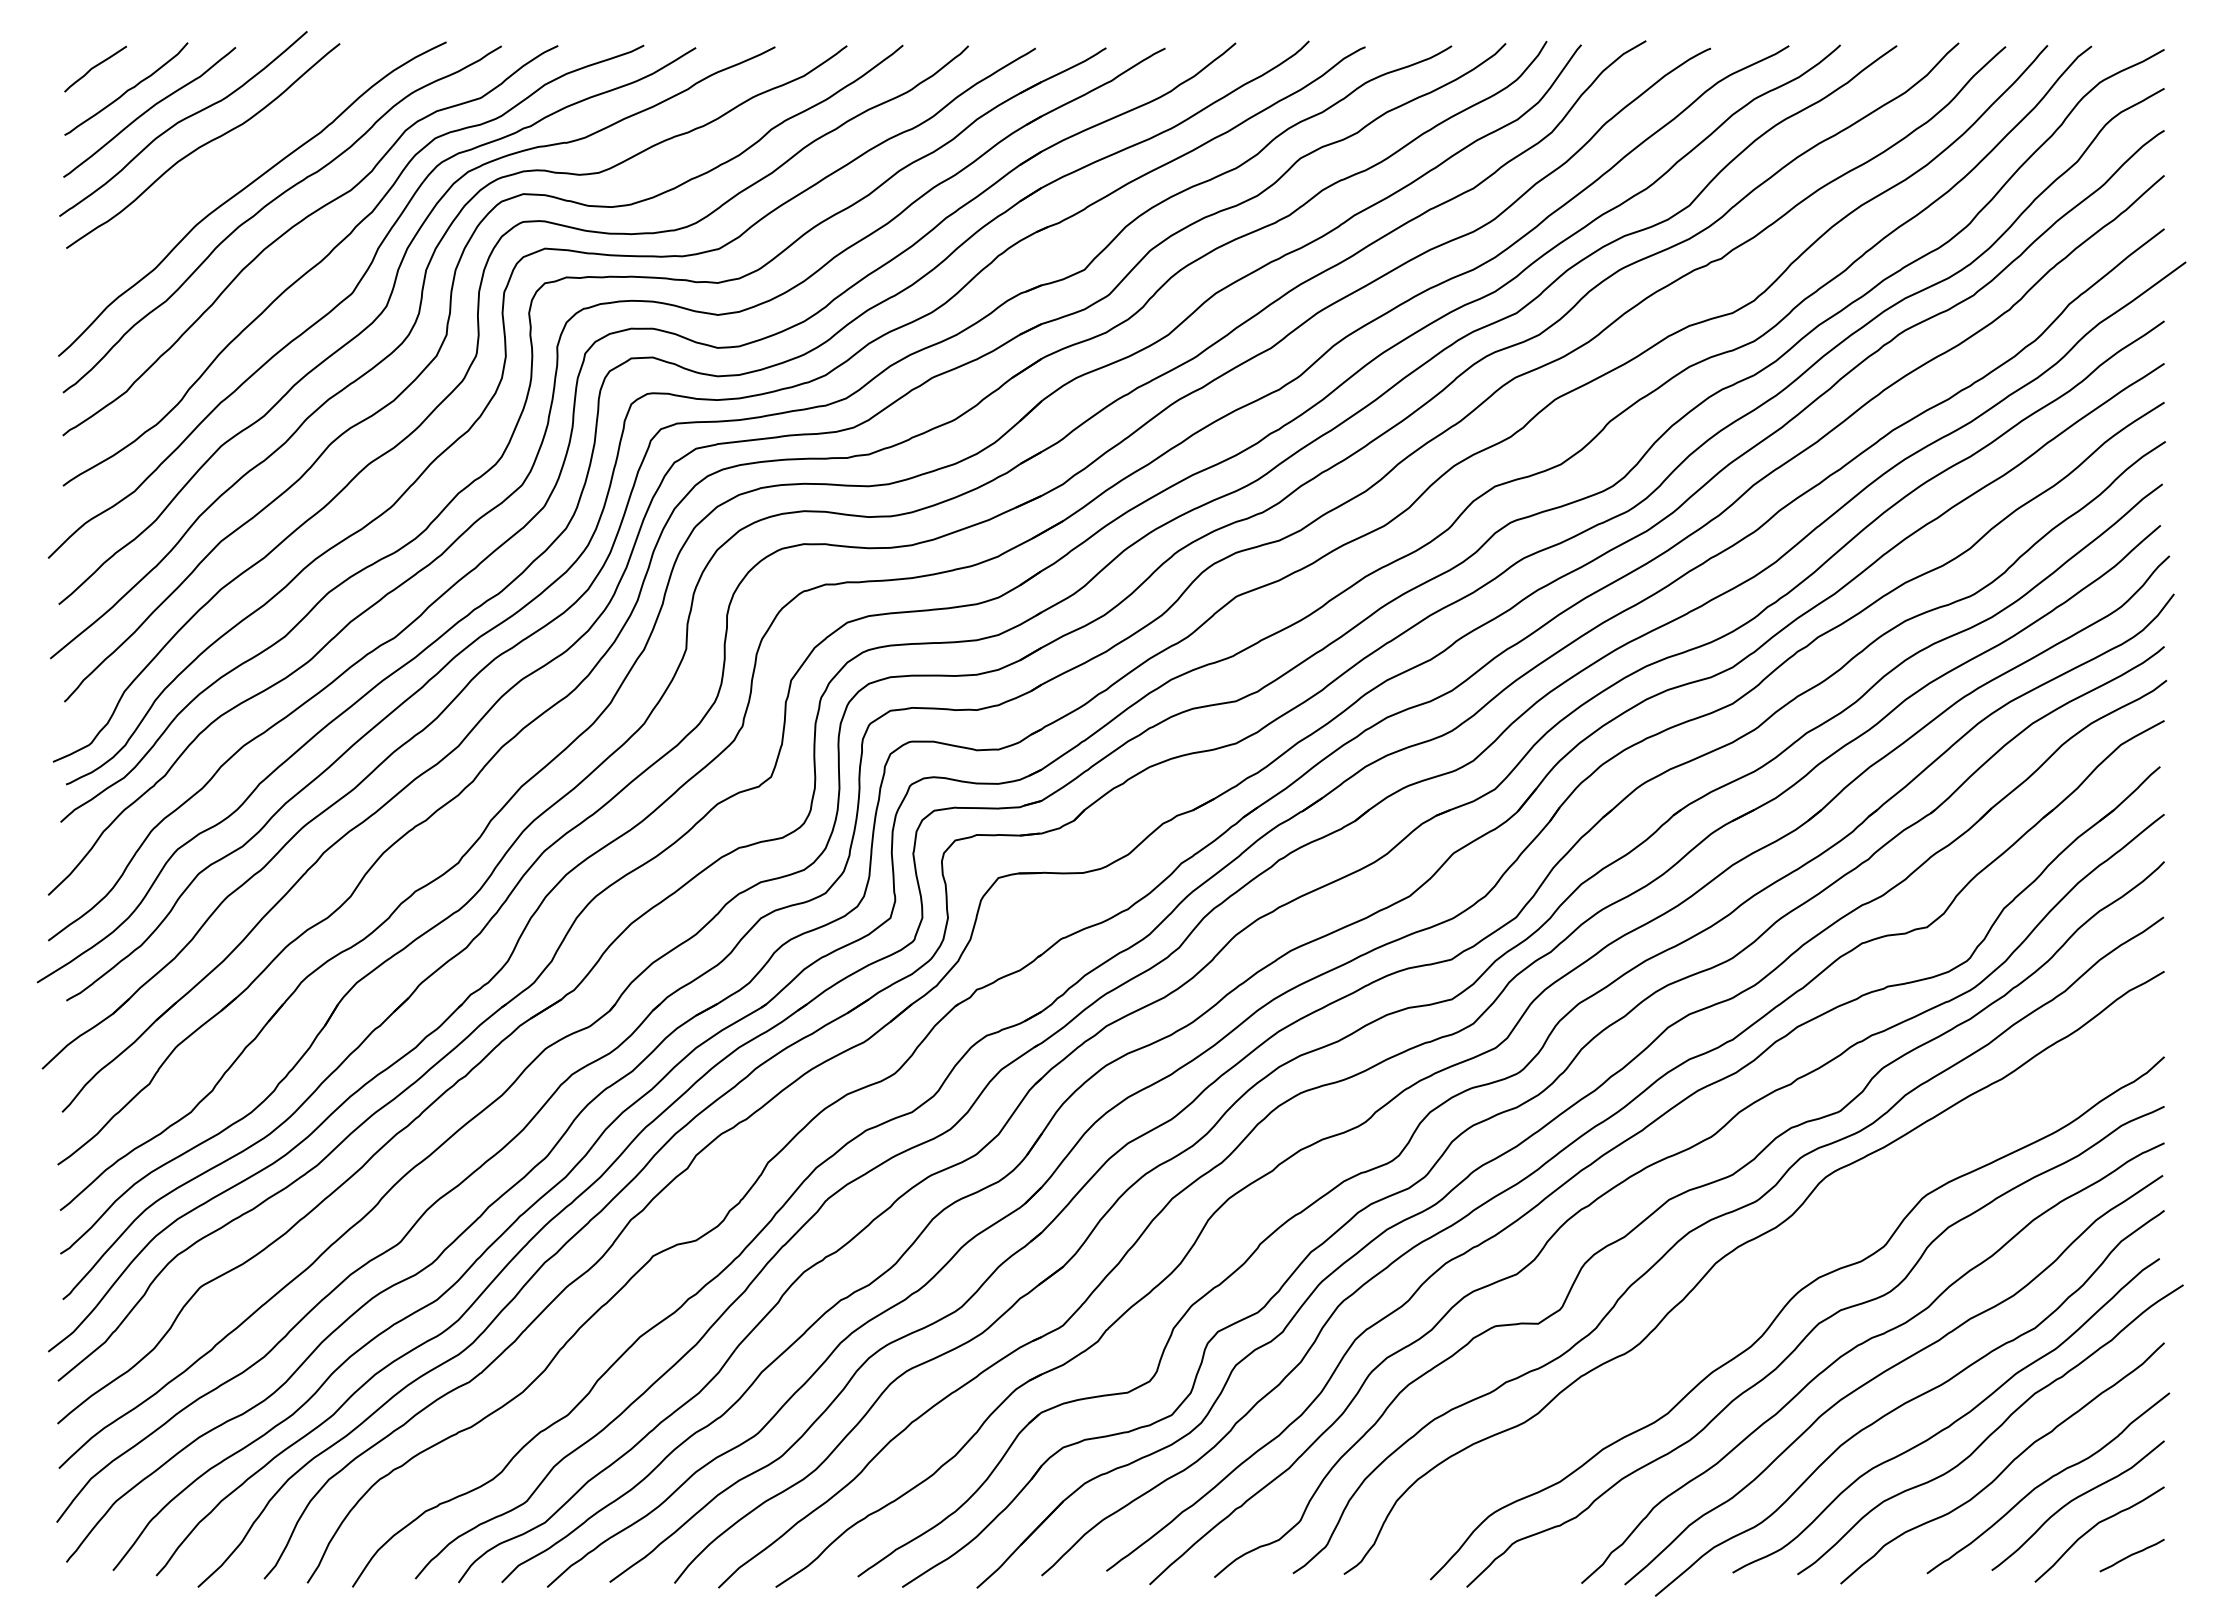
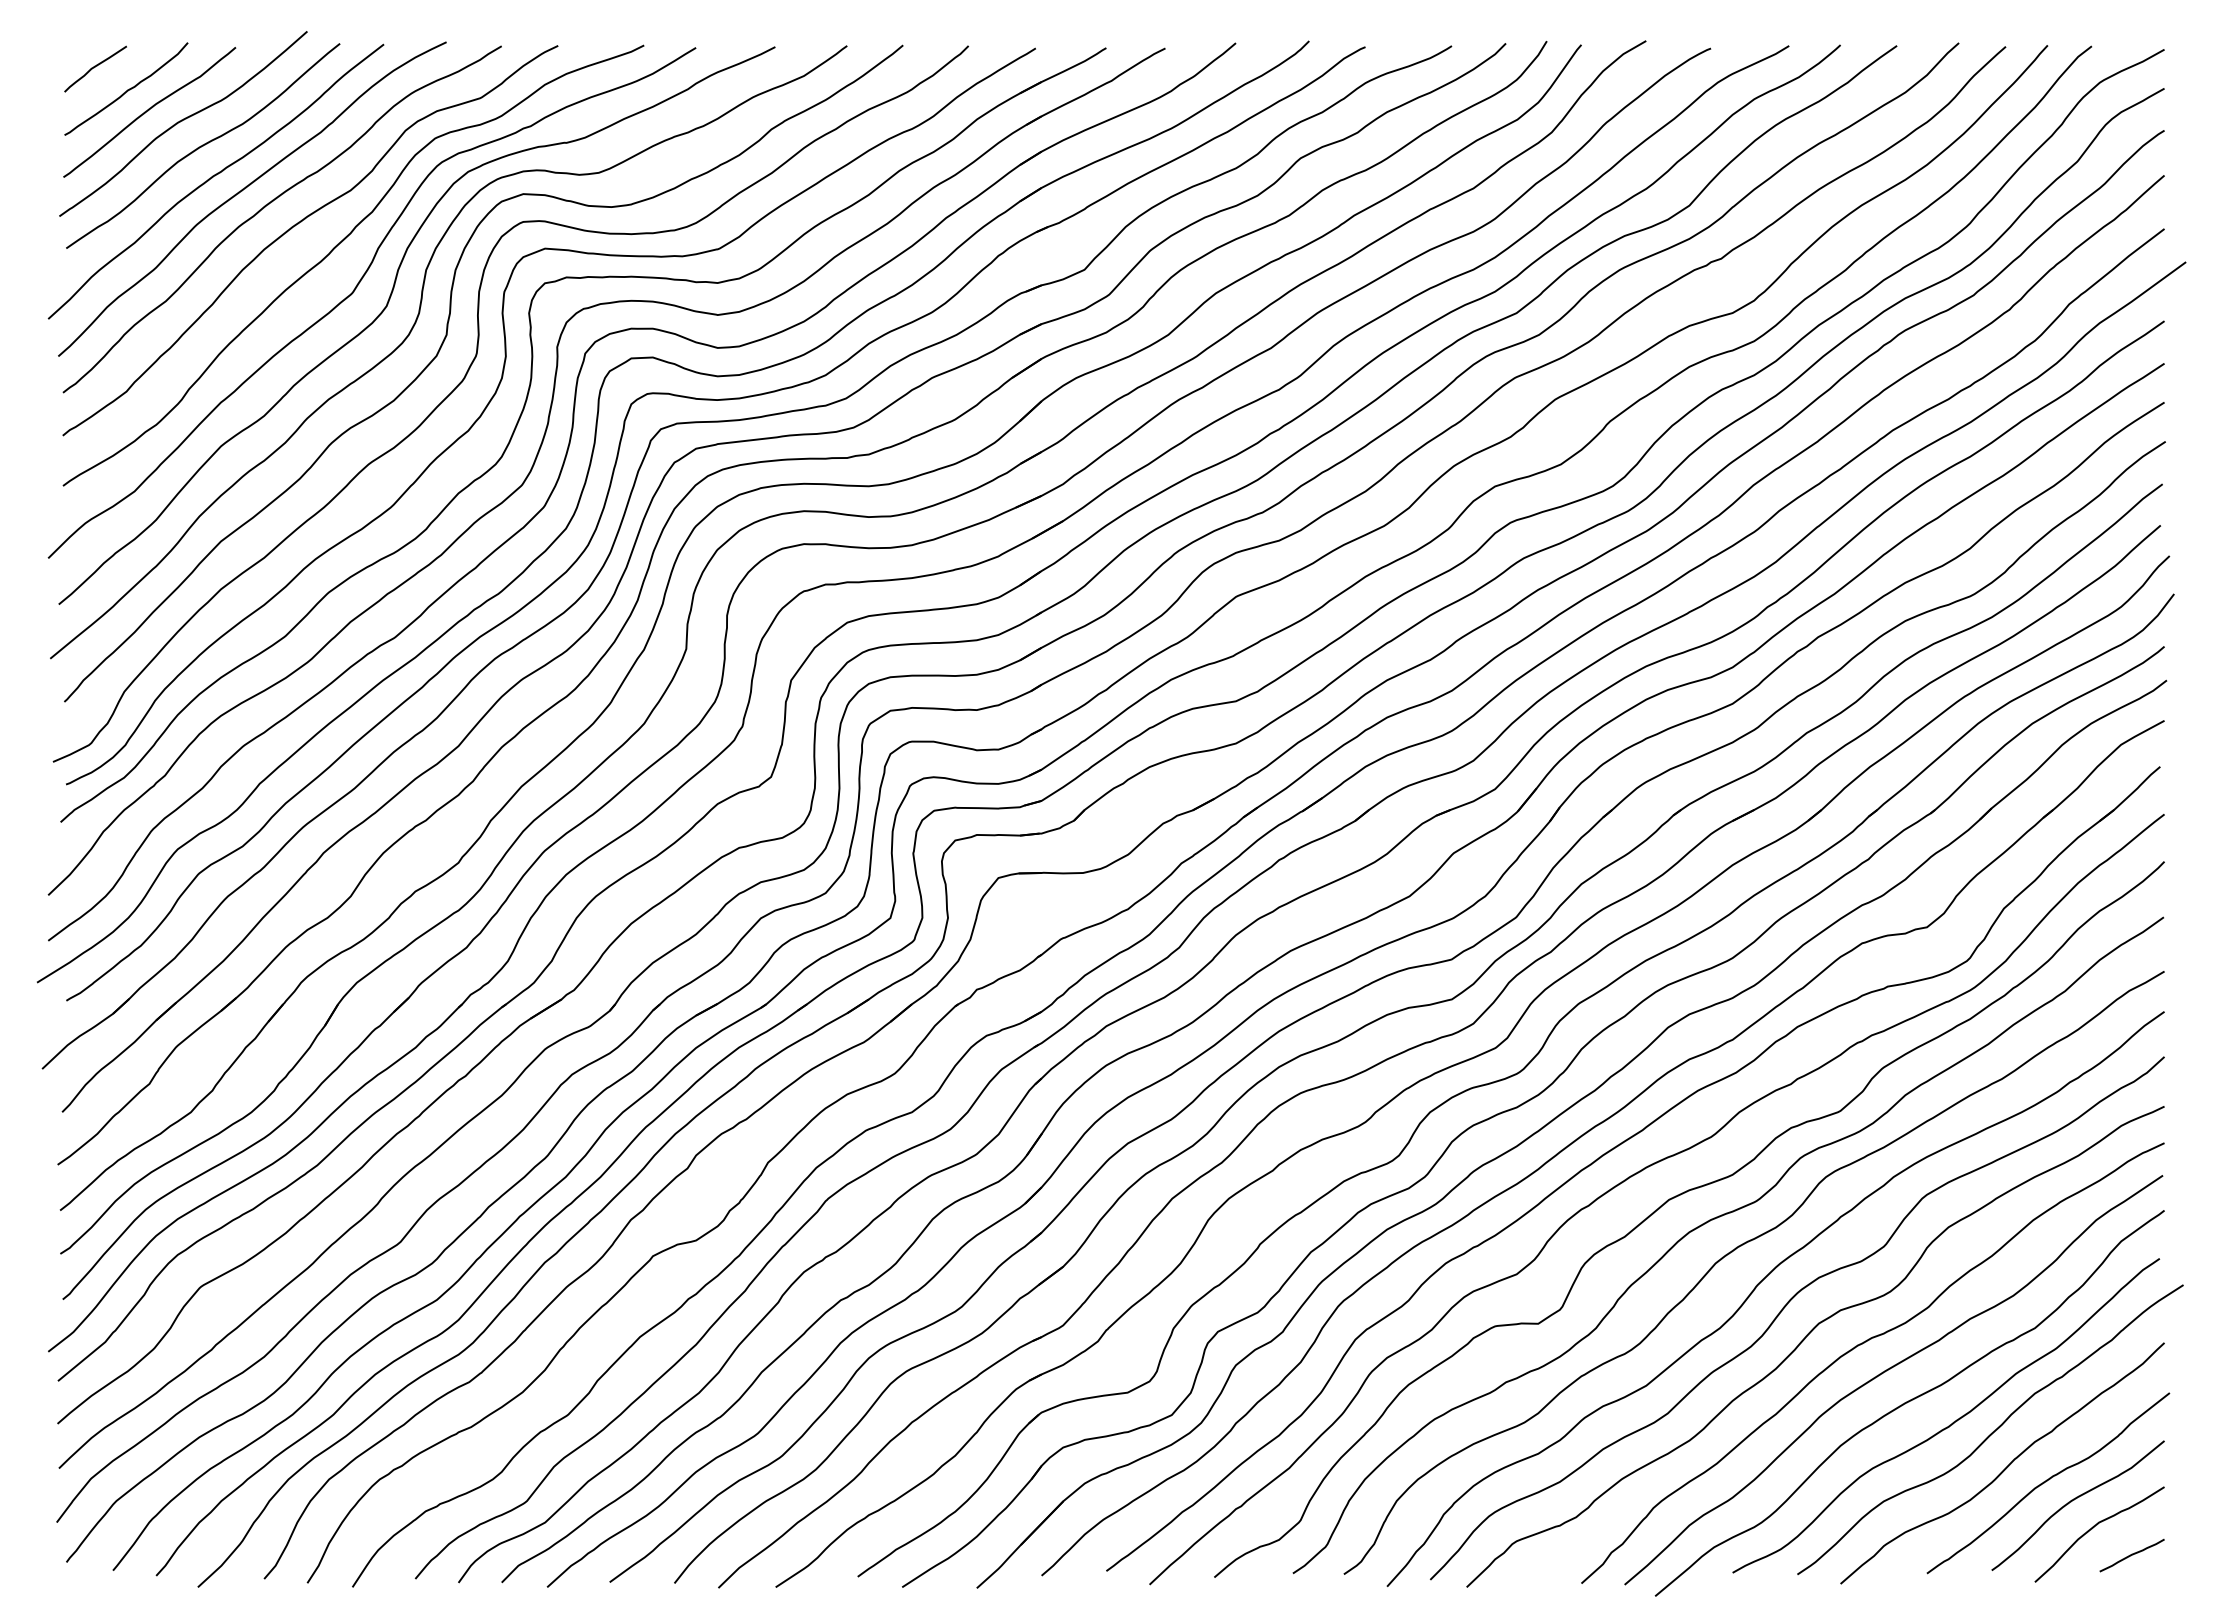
curve at (212, 178): none -> present
curve at (1760, 1283): none -> present
